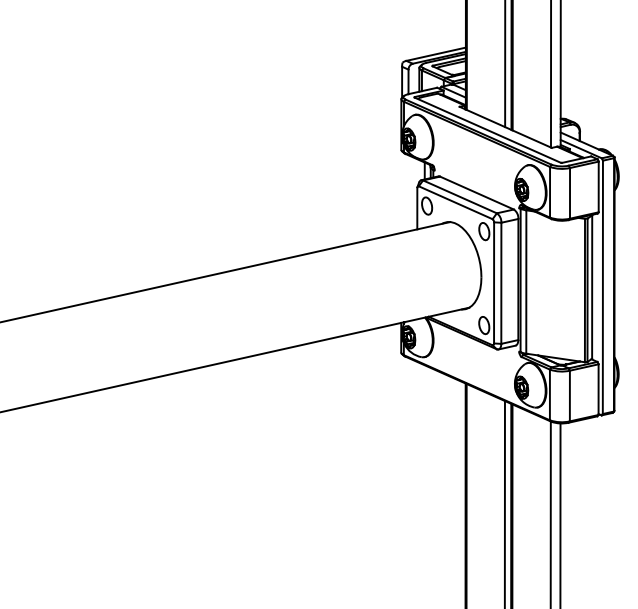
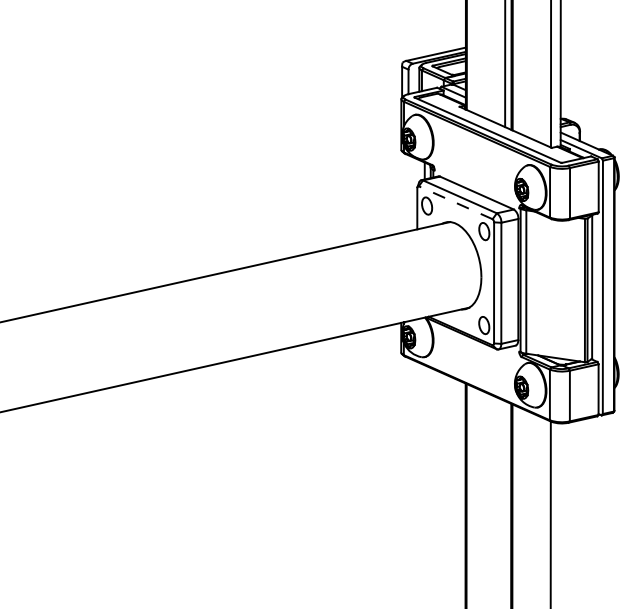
line at (455, 202): solid -> dashed
line at (504, 503): present -> none
line at (560, 514): present -> none
